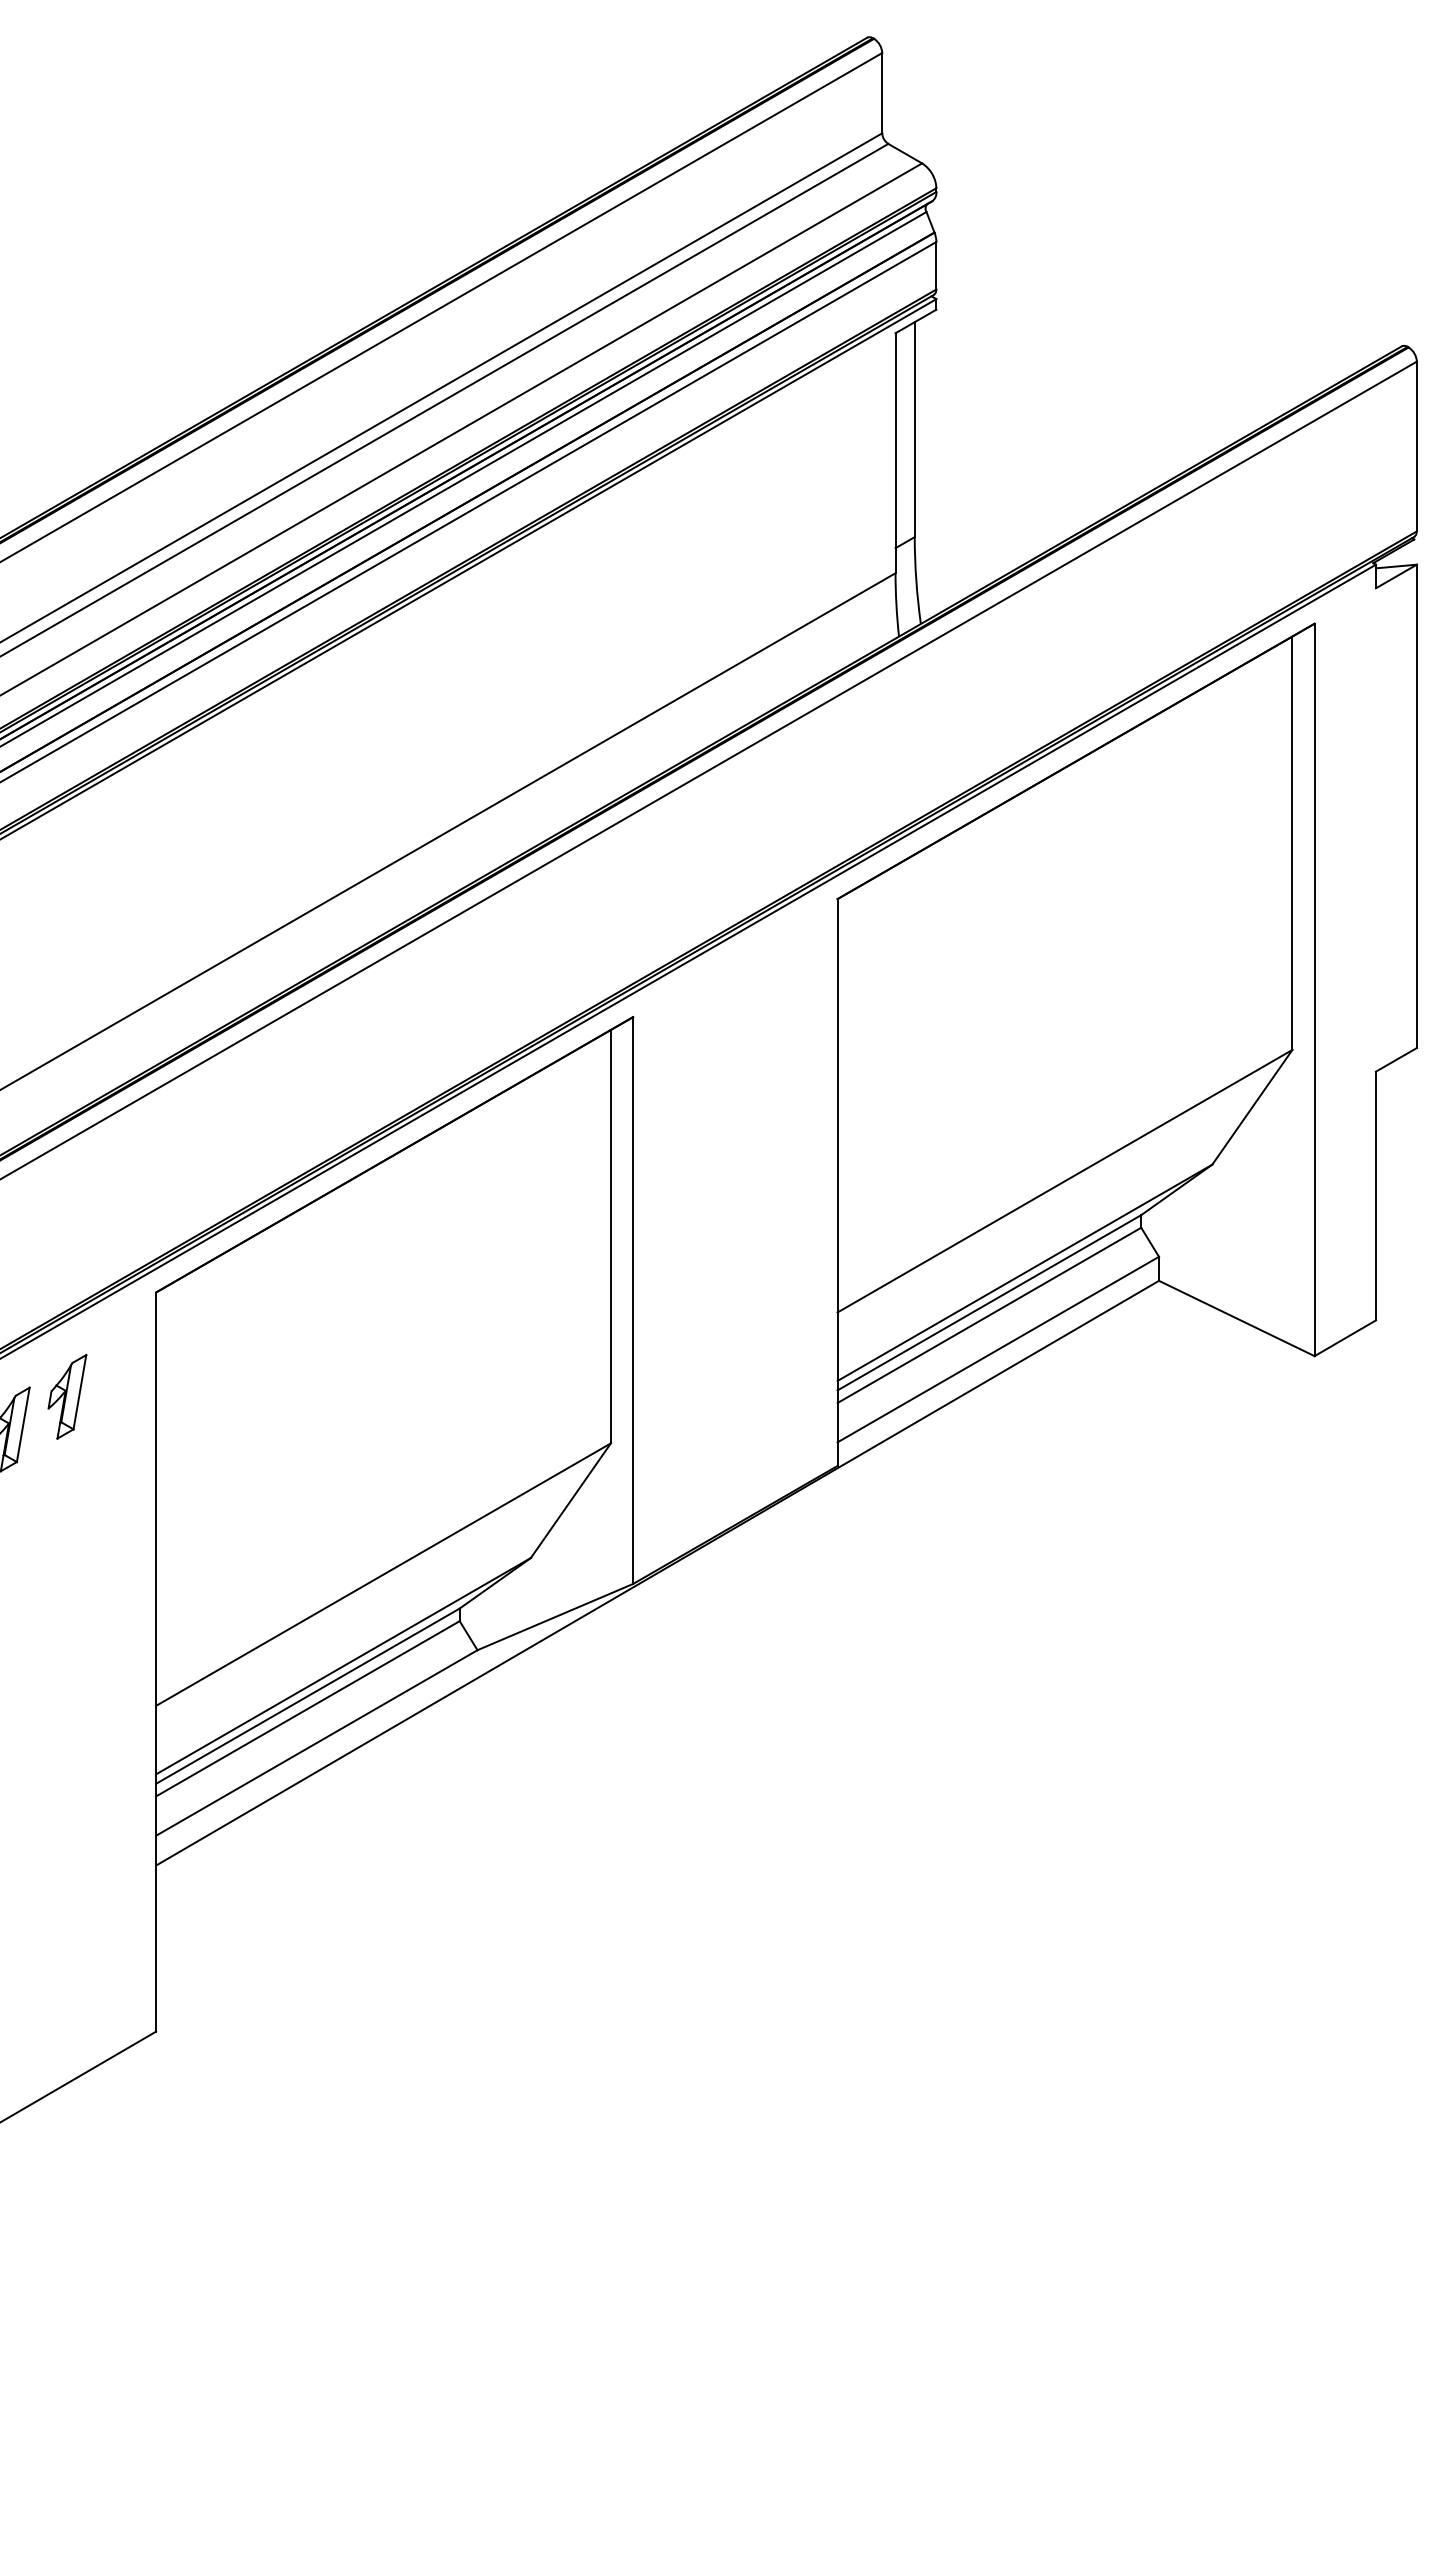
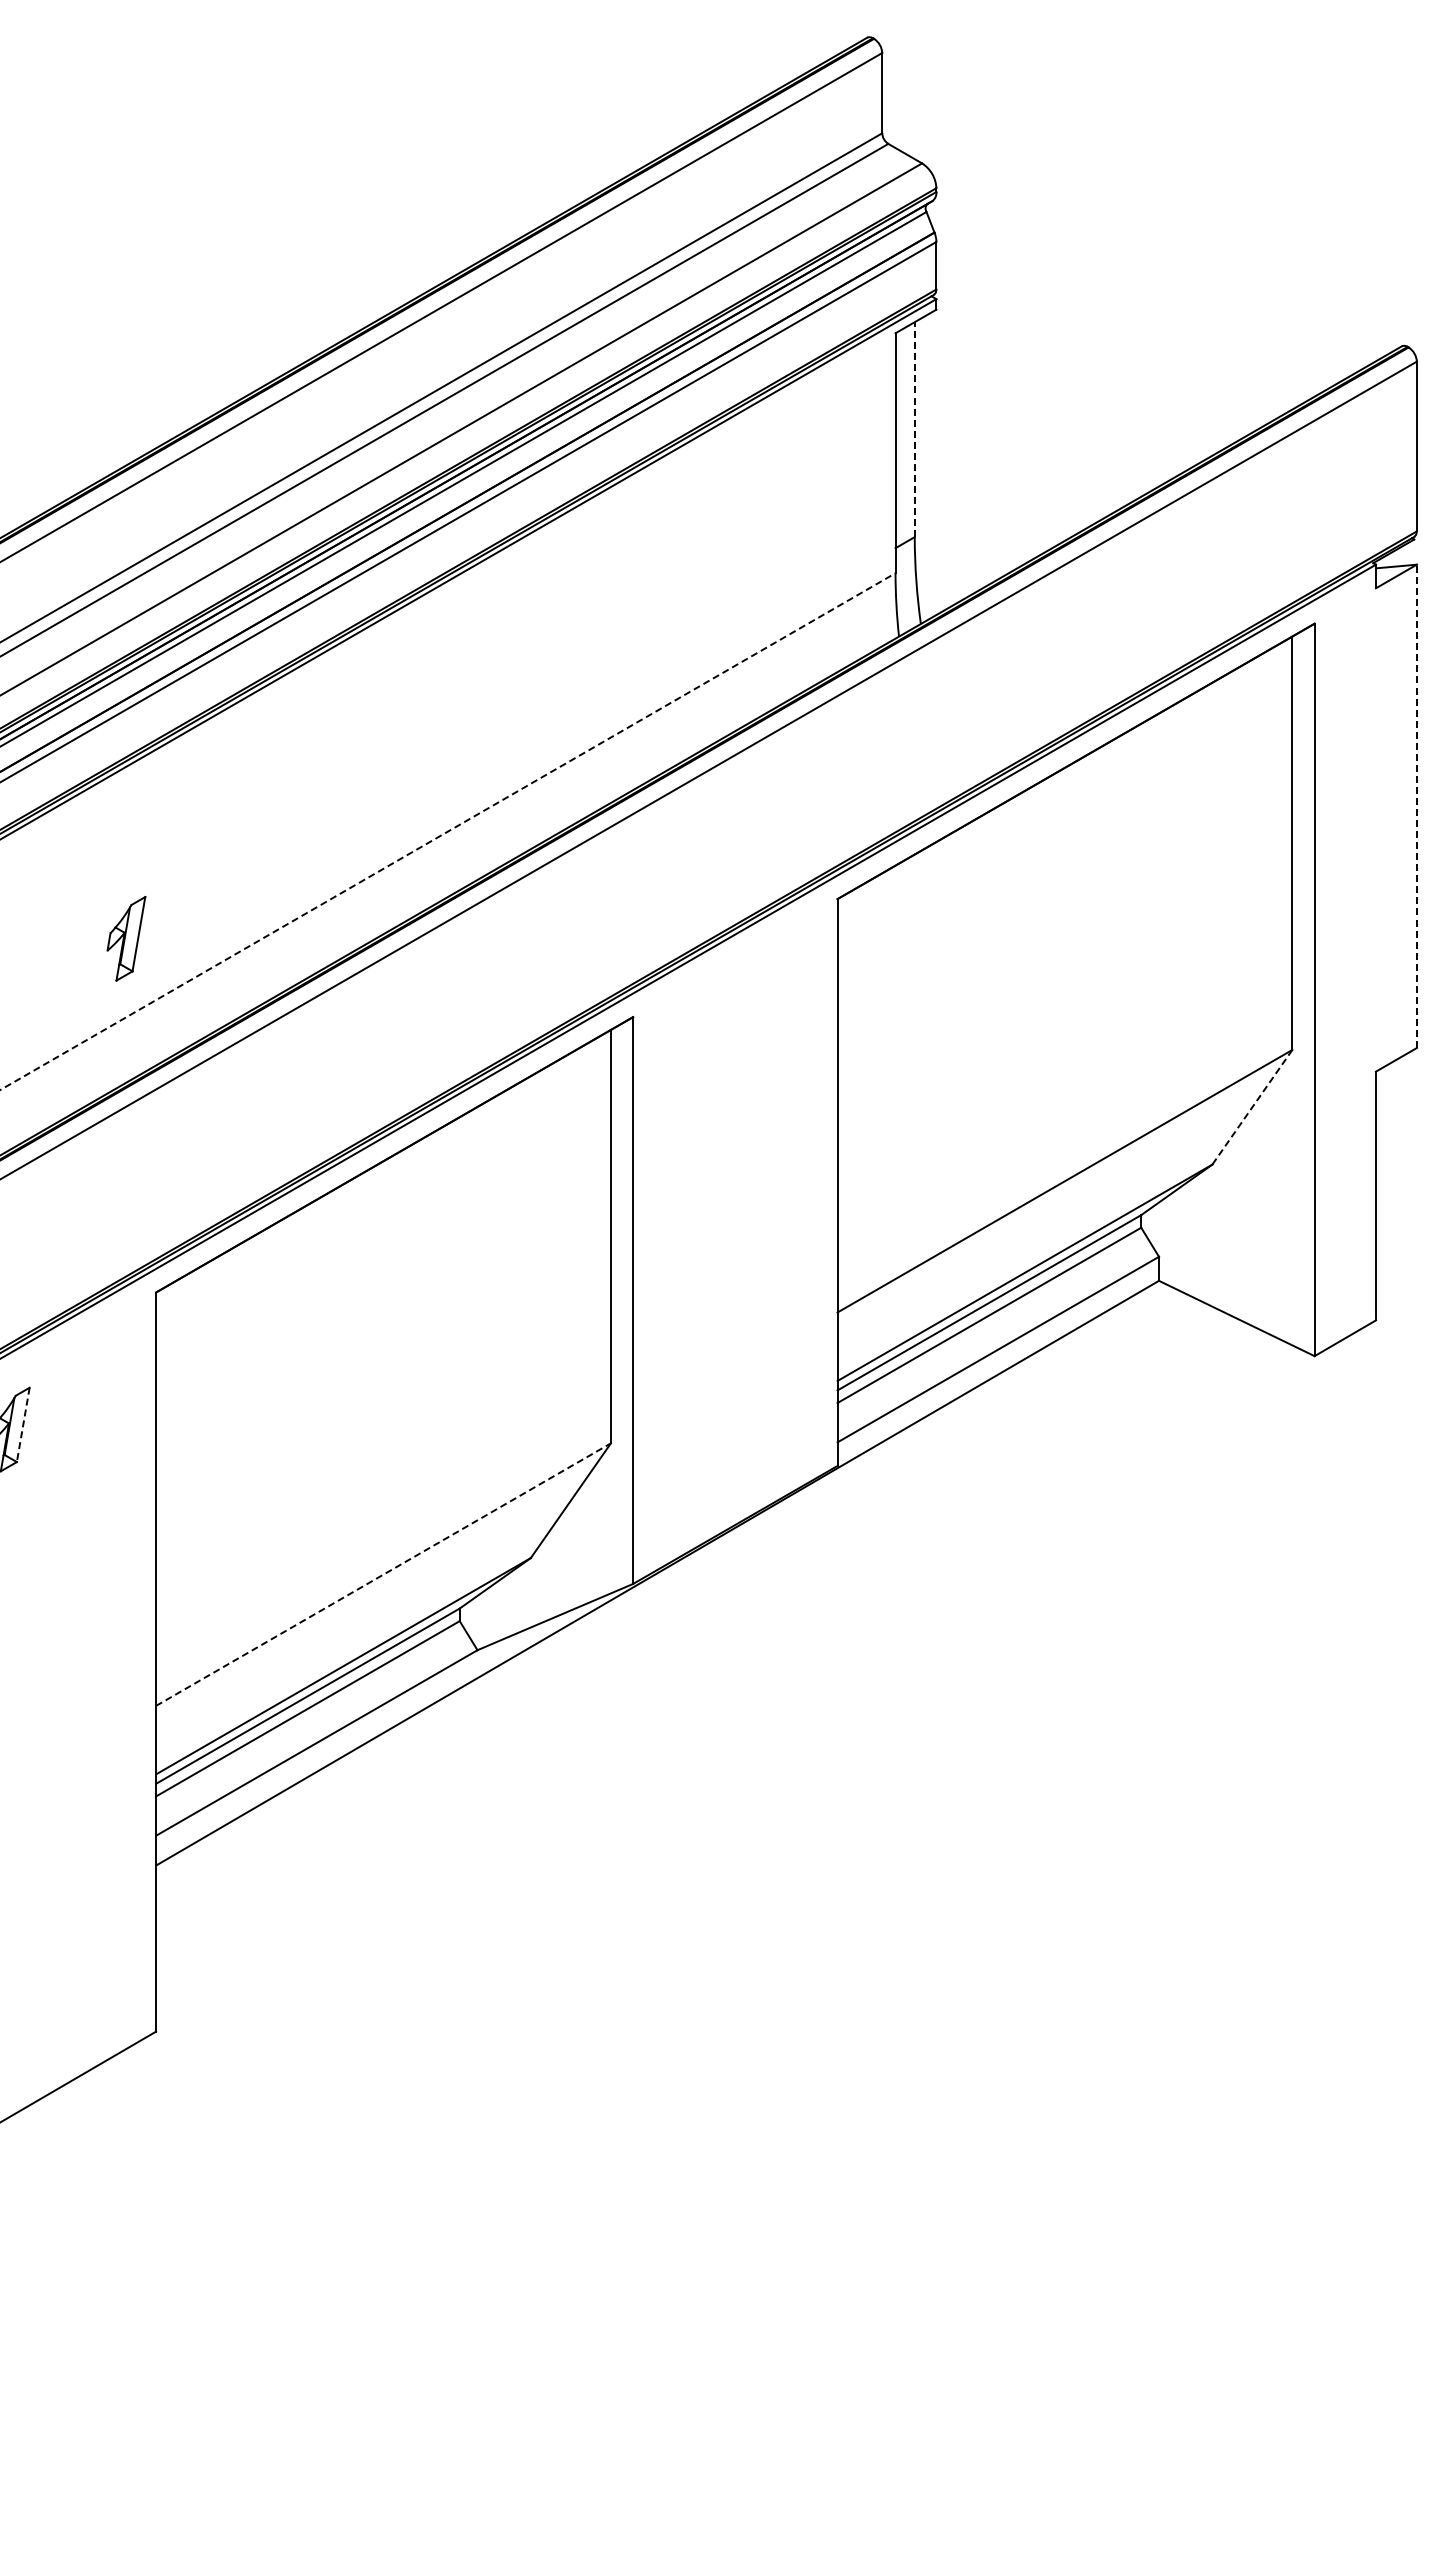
line at (914, 429): solid -> dashed
line at (1416, 806): solid -> dashed
line at (447, 831): solid -> dashed
line at (1252, 1107): solid -> dashed
part at (67, 1396) position: (67, 1396) -> (126, 938)
line at (23, 1424): solid -> dashed
line at (383, 1574): solid -> dashed
